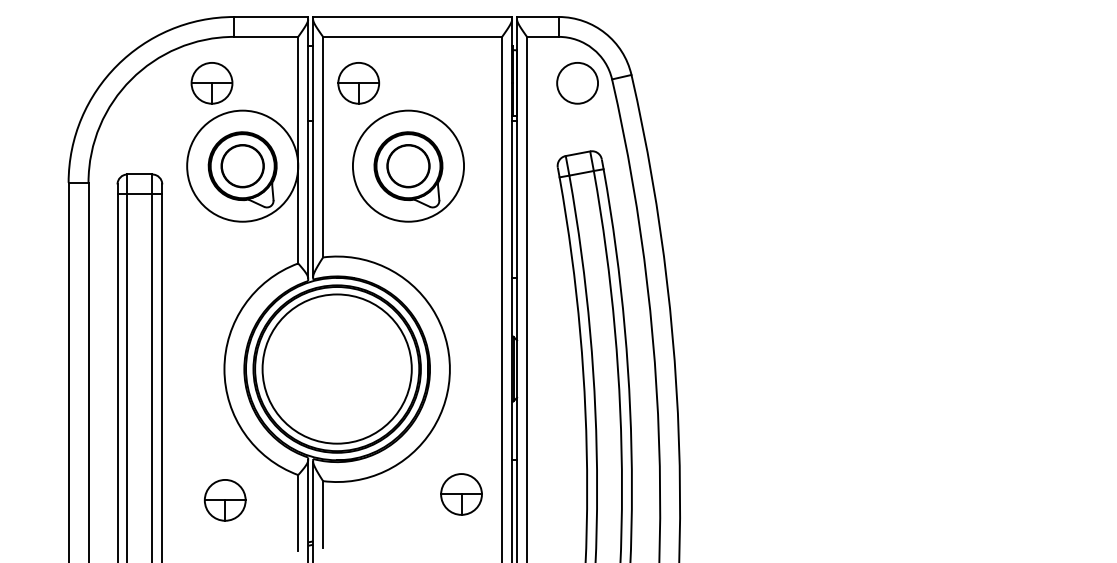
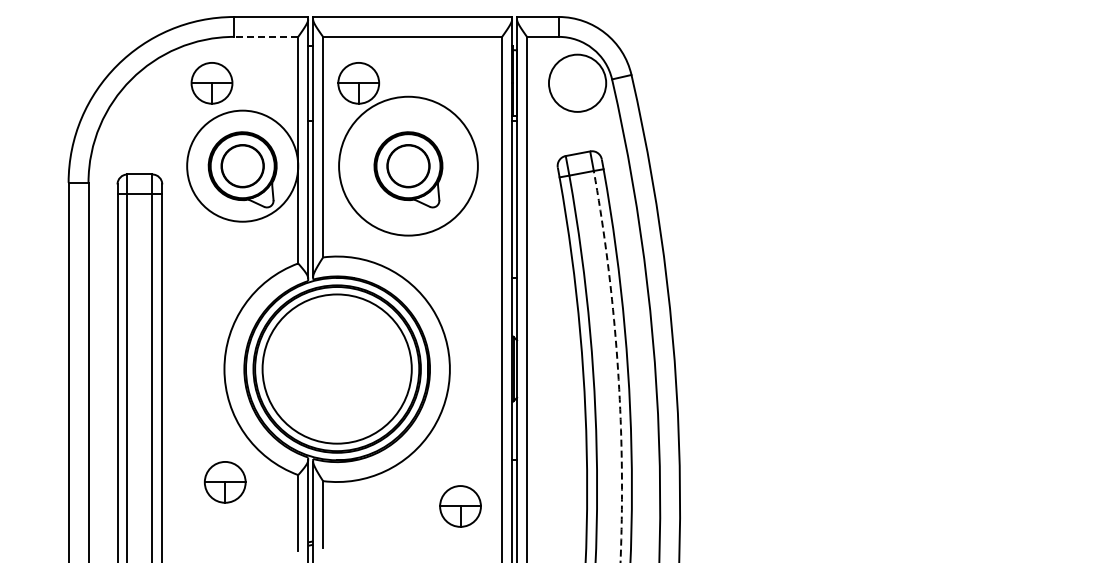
line at (266, 36): solid -> dashed
circle at (577, 82) diameter: 41 px -> 57 px
circle at (408, 165) diameter: 111 px -> 139 px
arc at (617, 364): solid -> dashed
part at (461, 494) position: (461, 494) -> (460, 506)
part at (224, 500) position: (224, 500) -> (224, 482)
